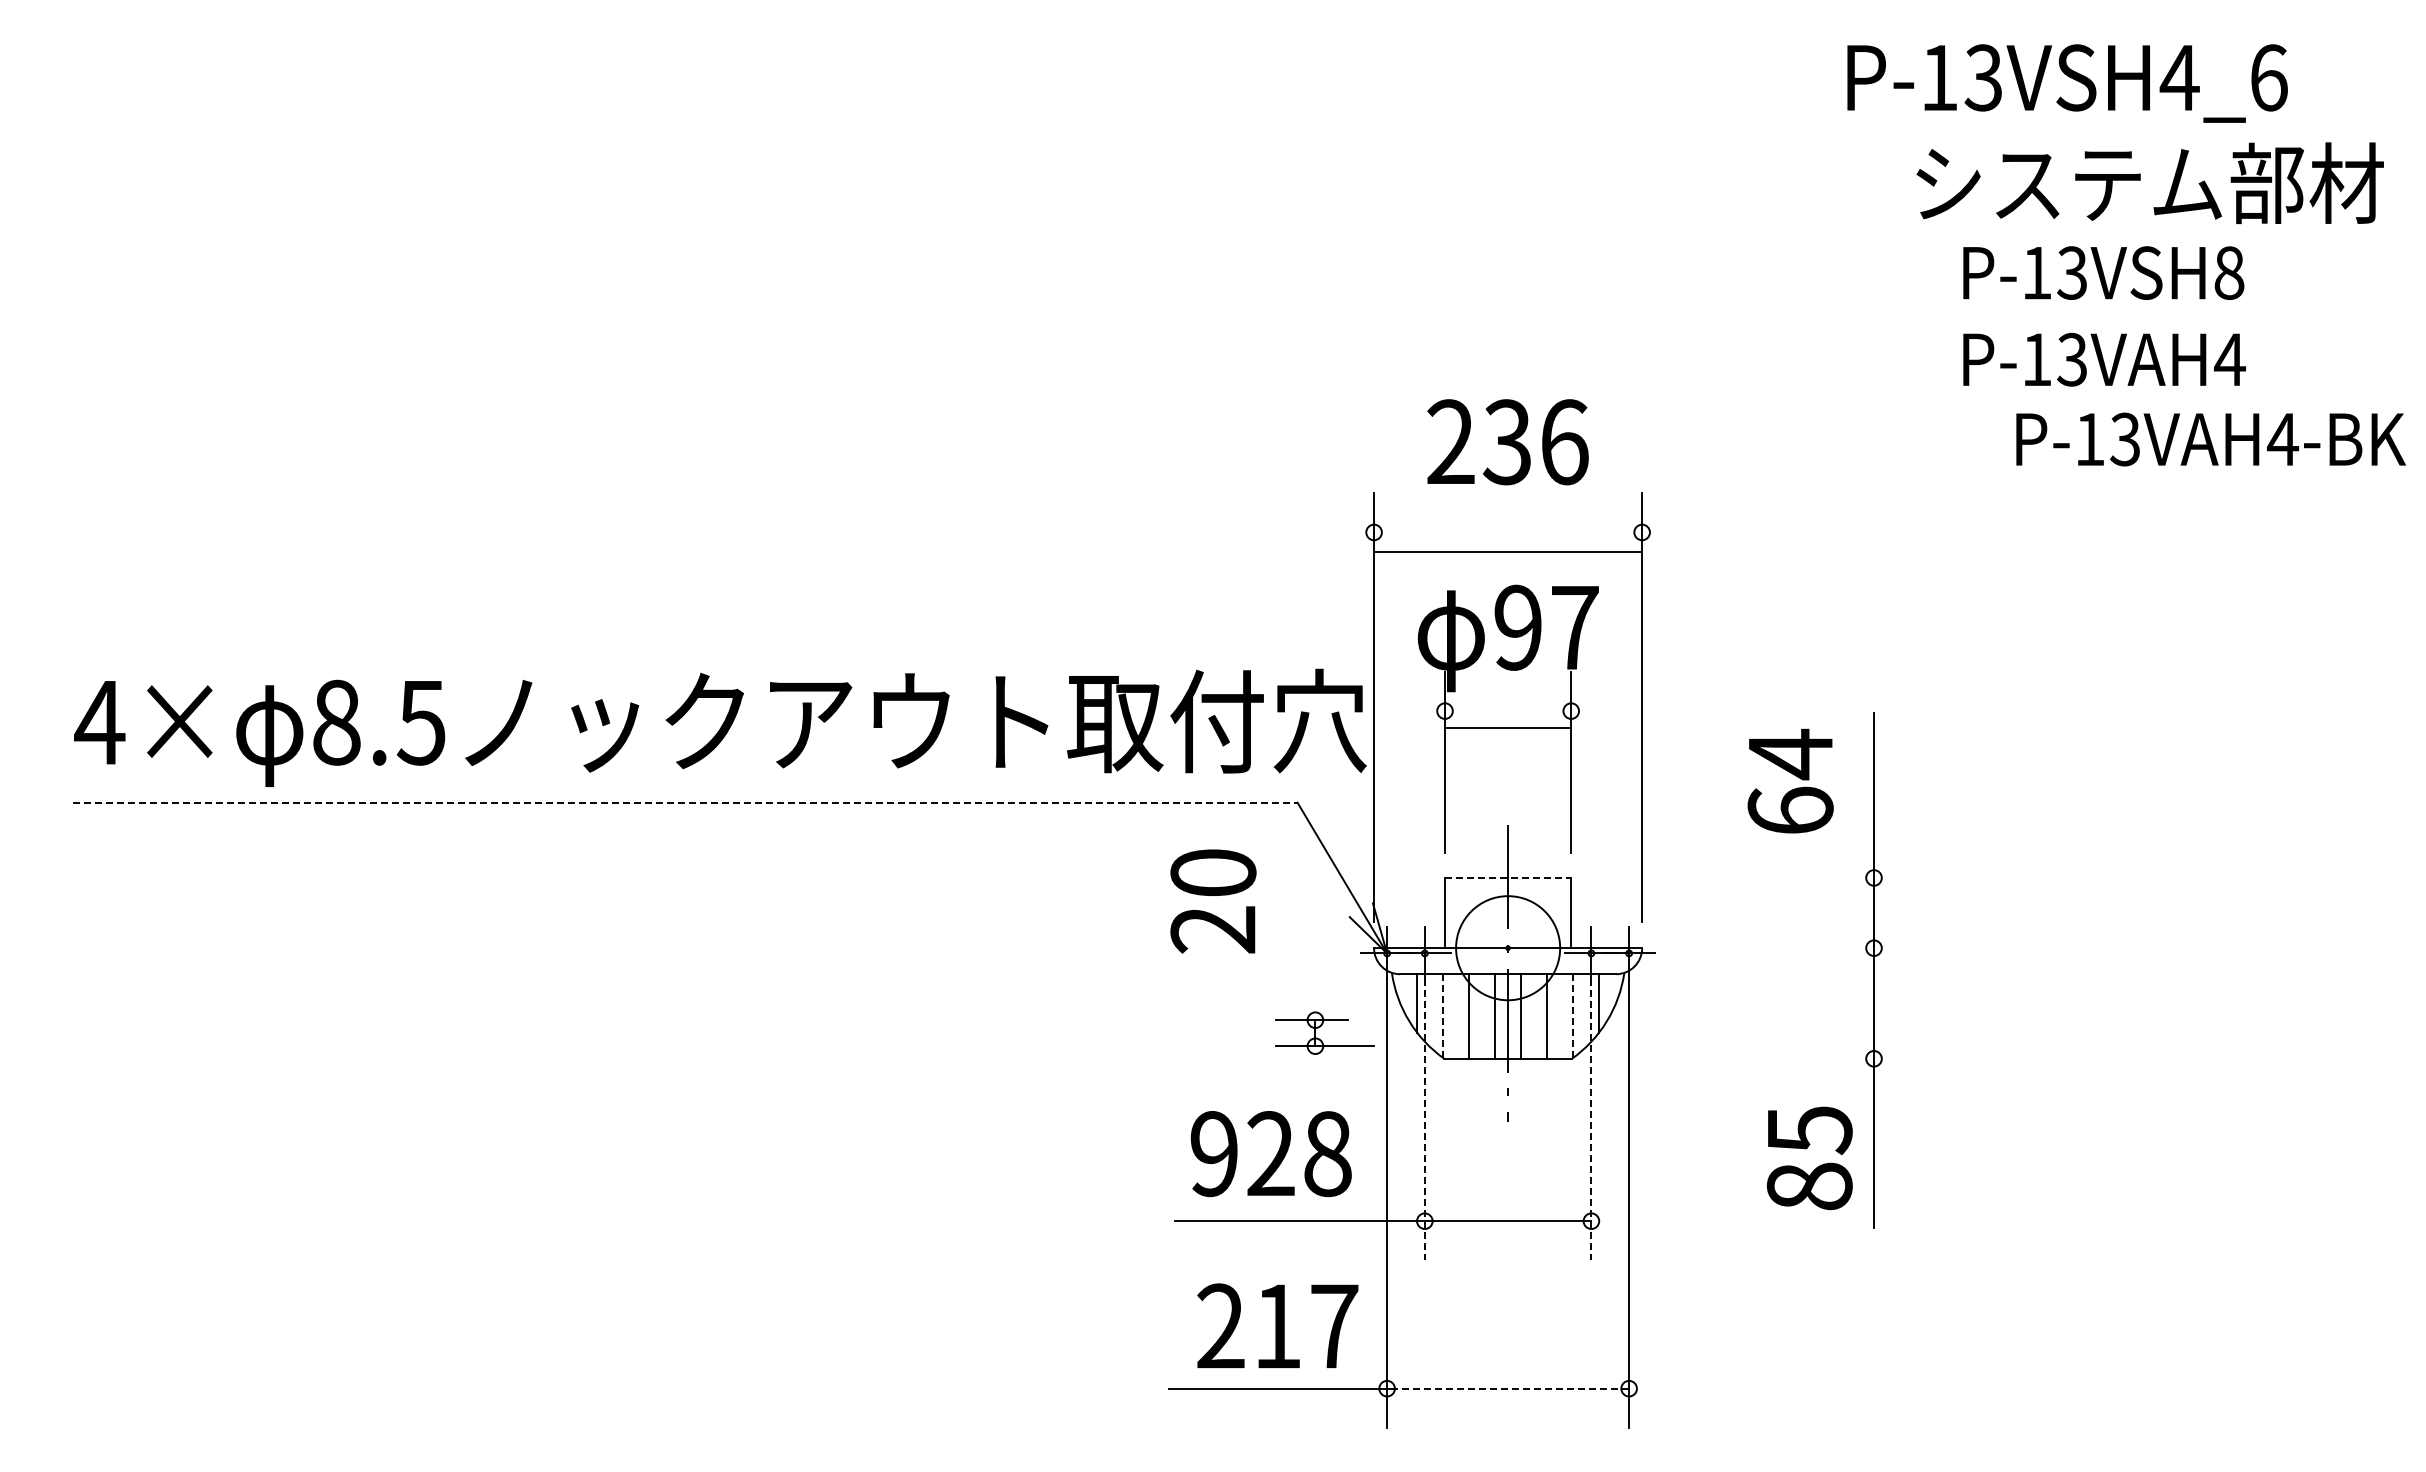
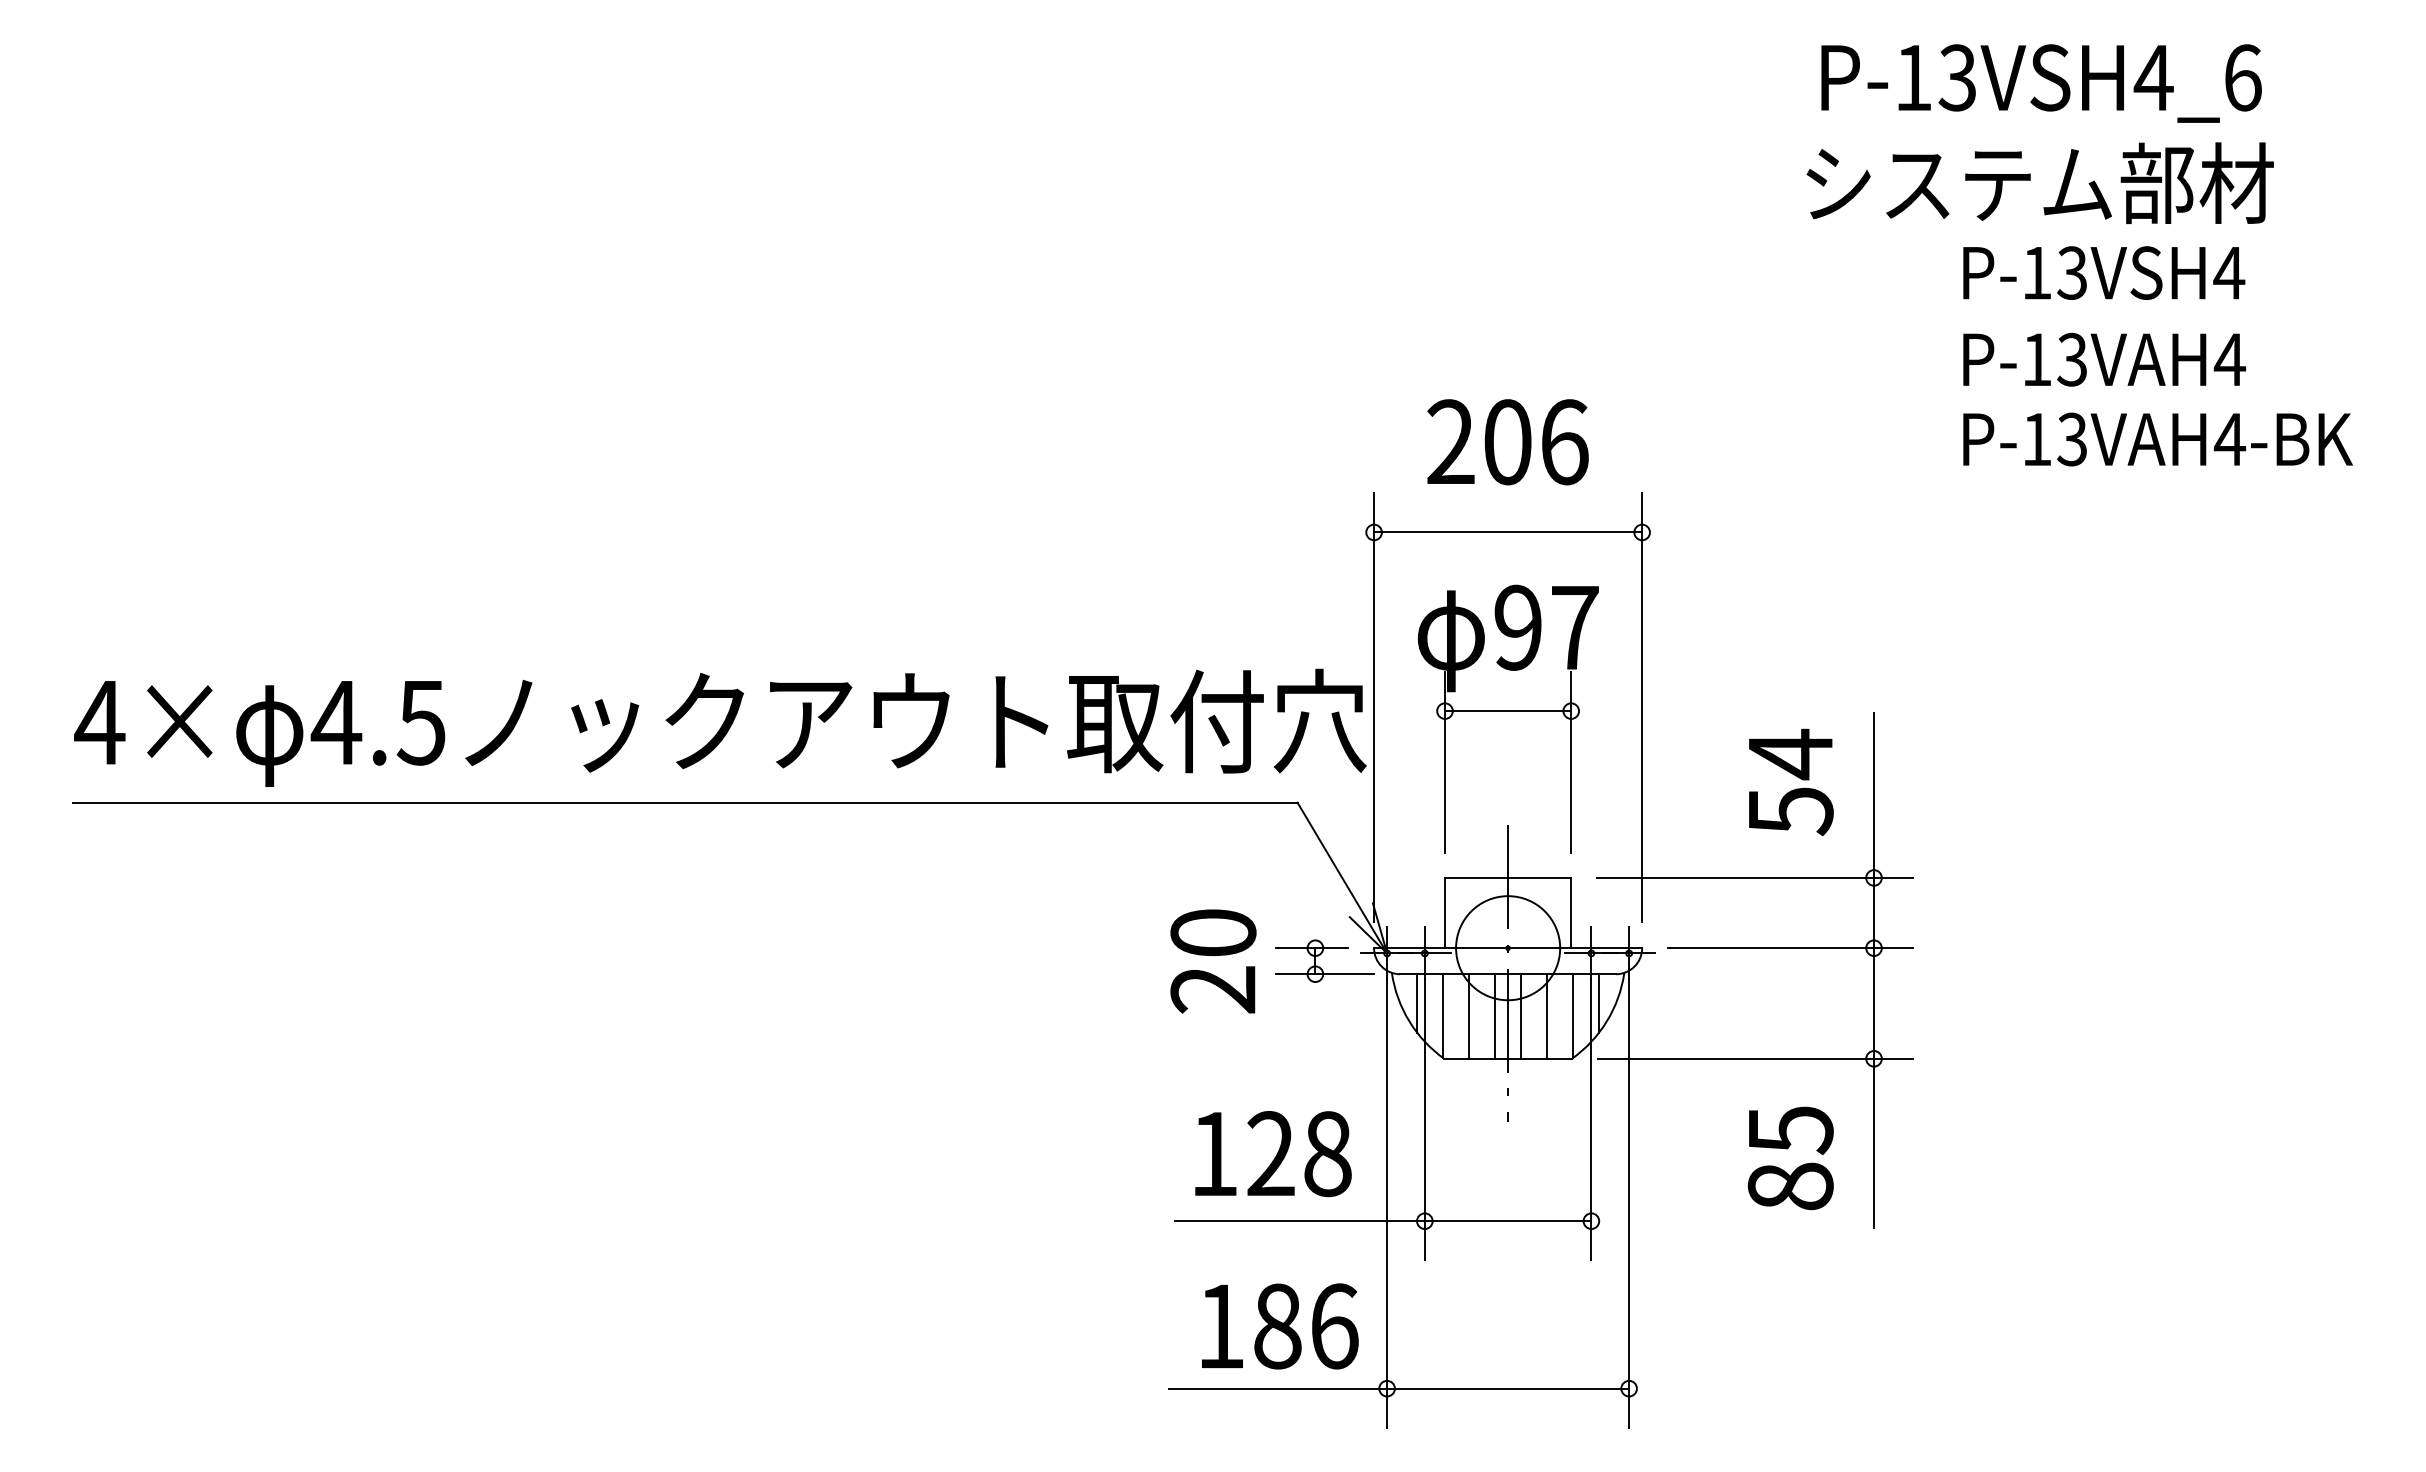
text at (2067, 83) position: (2067, 83) -> (2041, 83)
text at (2149, 182) position: (2149, 182) -> (2039, 182)
text at (2229, 272): P-13VSH8 -> P-13VSH4
text at (2210, 439) position: (2210, 439) -> (2157, 439)
text at (1507, 442): 236 -> 206
line at (1508, 552) position: (1508, 552) -> (1508, 532)
text at (336, 722): 8.5 -> 4.5
line at (1508, 728) position: (1508, 728) -> (1508, 711)
line at (685, 802): dashed -> solid
text at (1790, 811): 64 -> 54
line at (1508, 877): dashed -> solid
line at (1755, 877): none -> present
text at (1213, 901) position: (1213, 901) -> (1213, 961)
line at (1790, 948): none -> present
line at (1443, 1016): dashed -> solid
line at (1573, 1016): dashed -> solid
part at (1320, 1027) position: (1320, 1027) -> (1320, 955)
line at (1755, 1058): none -> present
line at (1424, 1120): dashed -> solid
line at (1591, 1120): dashed -> solid
text at (1213, 1154): 928 -> 128
text at (1809, 1158) position: (1809, 1158) -> (1790, 1158)
text at (1277, 1326): 217 -> 186
line at (1509, 1388): dashed -> solid
